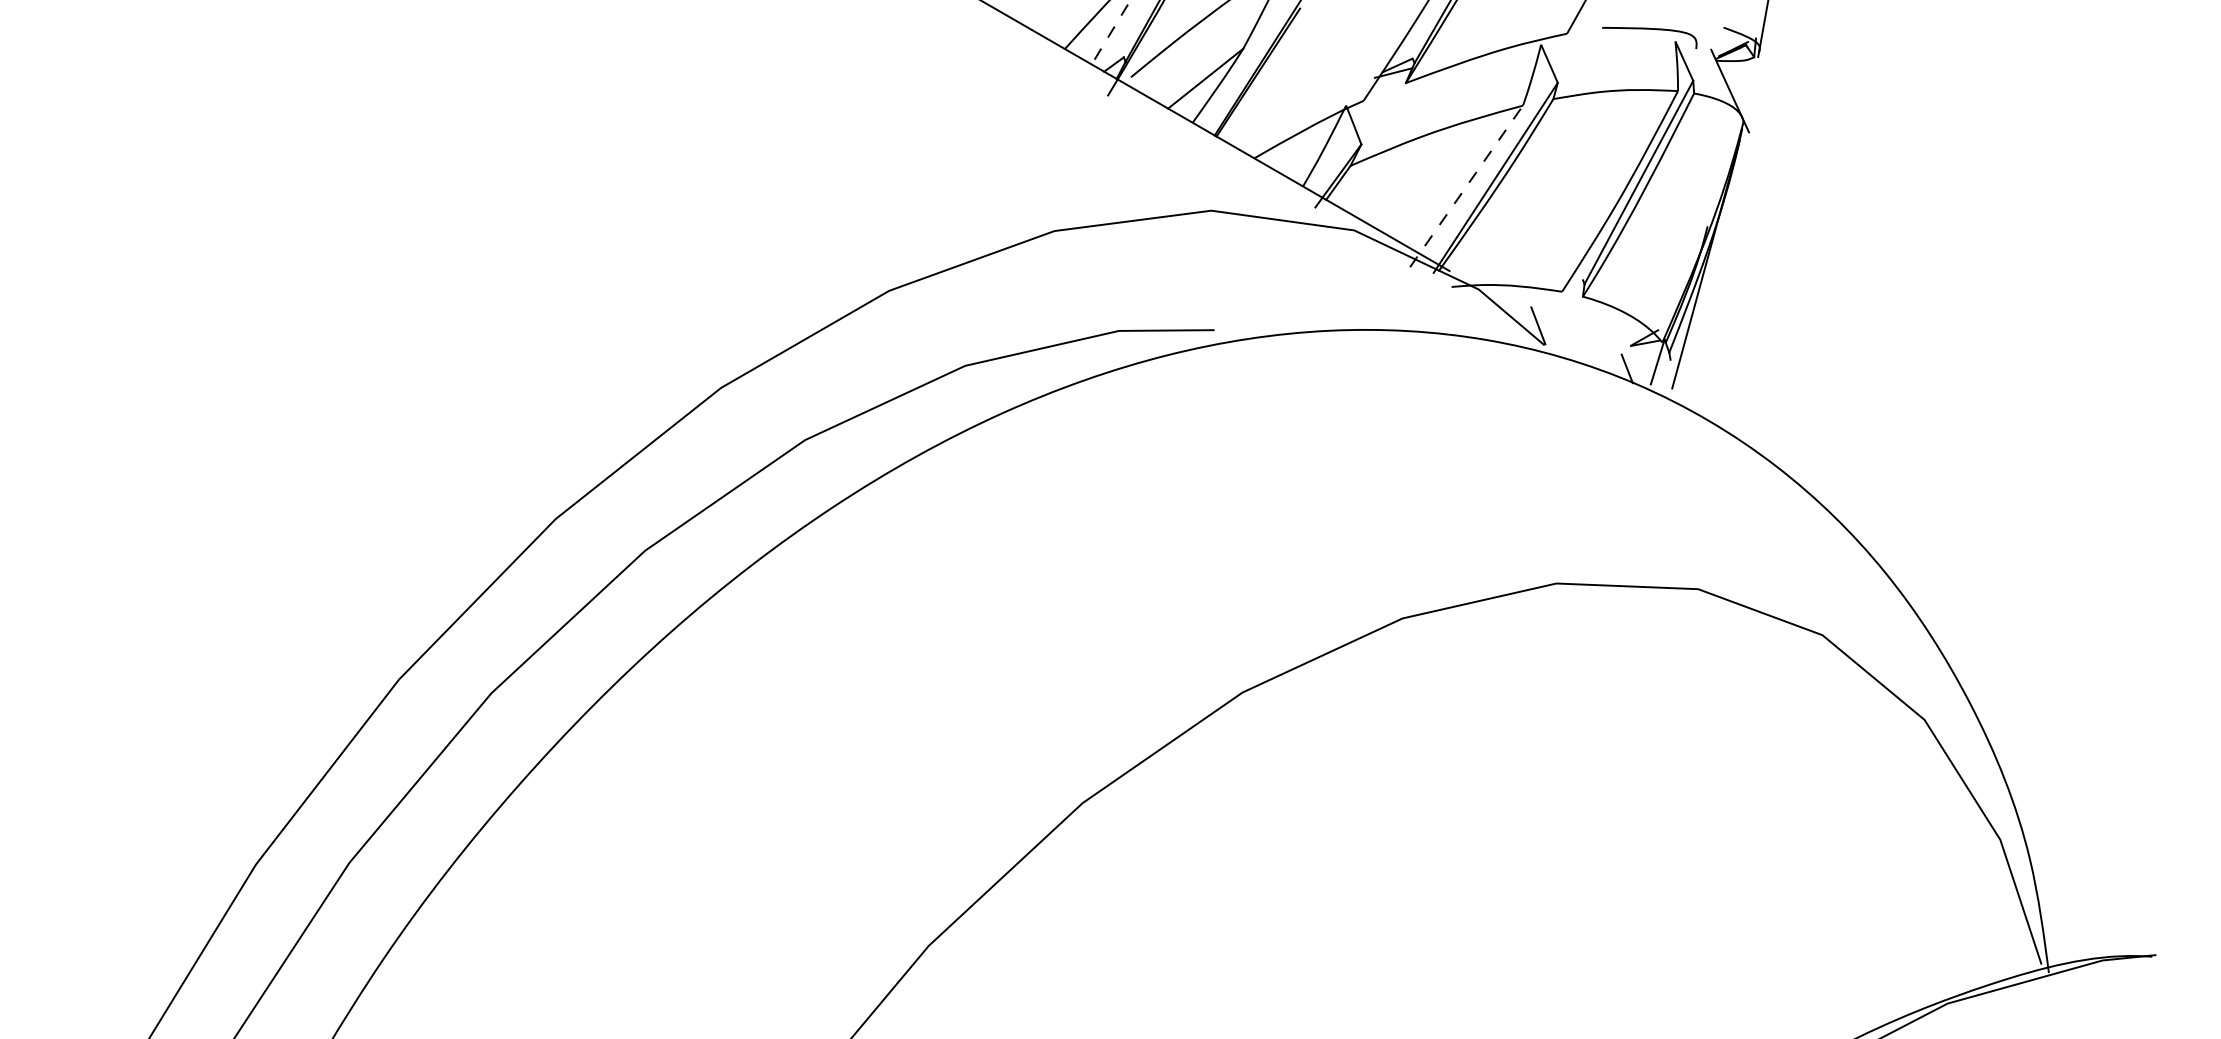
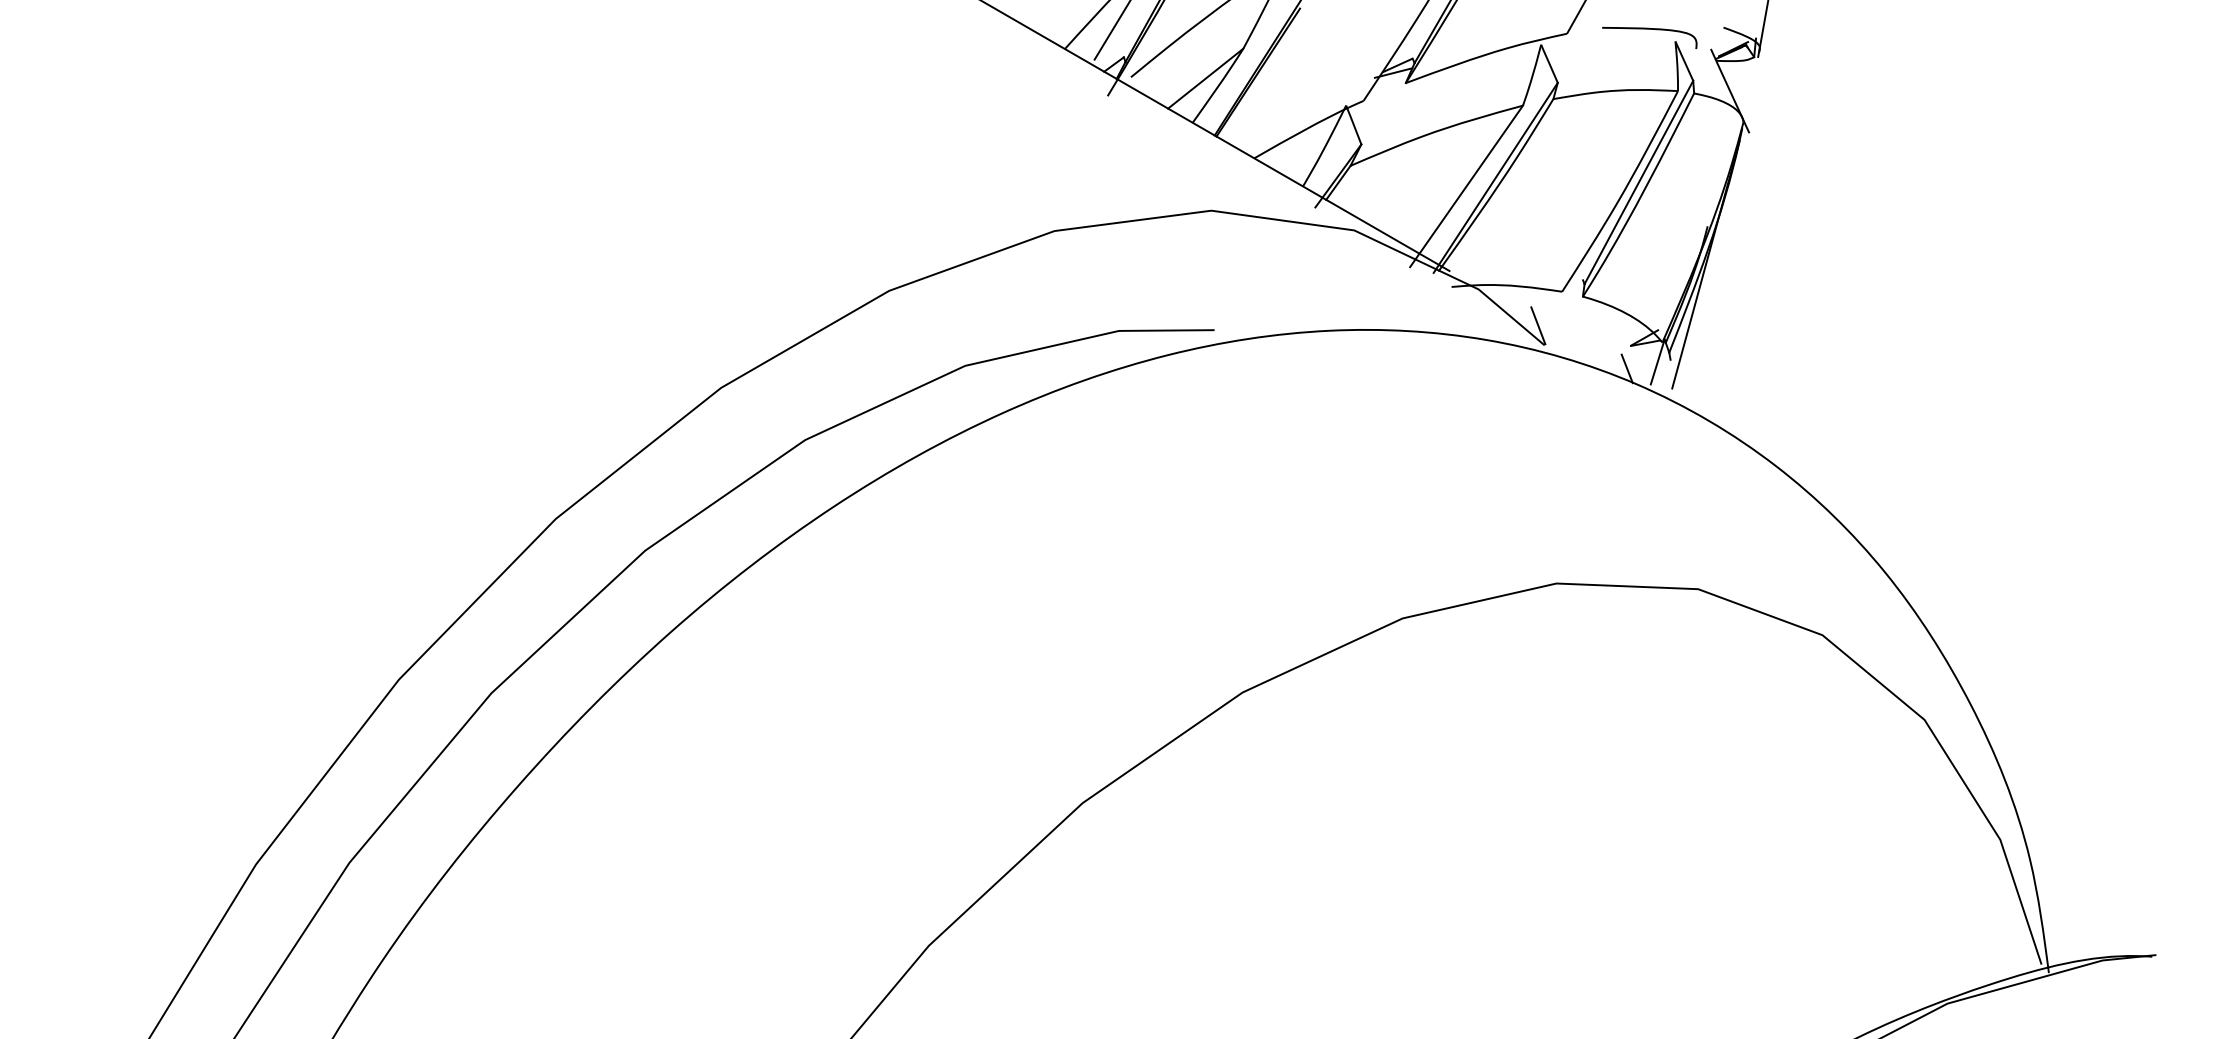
line at (1112, 29): dashed -> solid
line at (1466, 186): dashed -> solid
